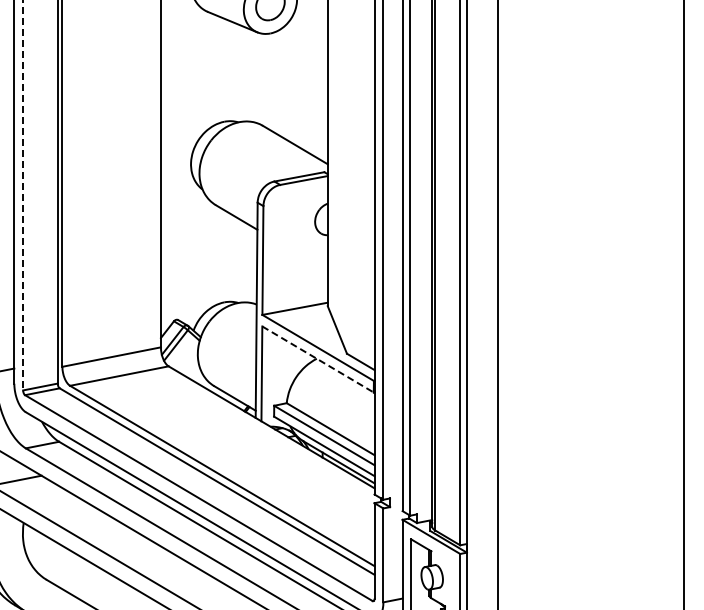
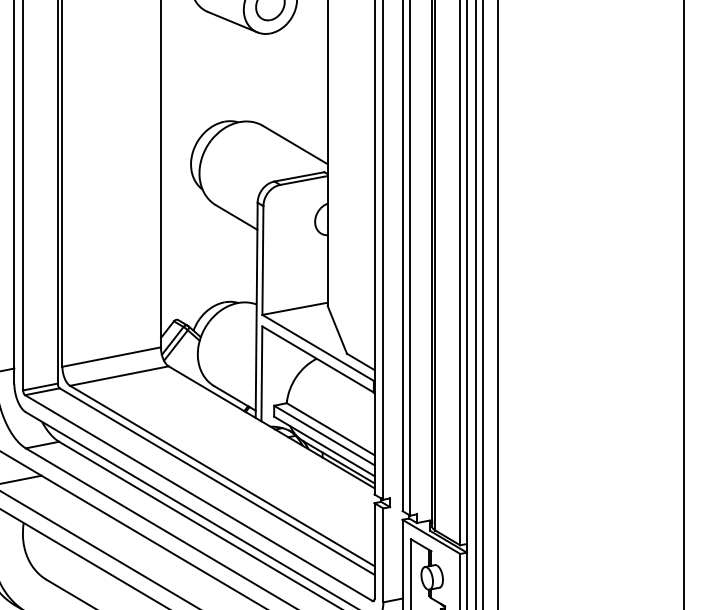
line at (23, 195): dashed -> solid
line at (475, 304): none -> present
line at (483, 304): none -> present
line at (318, 359): dashed -> solid
